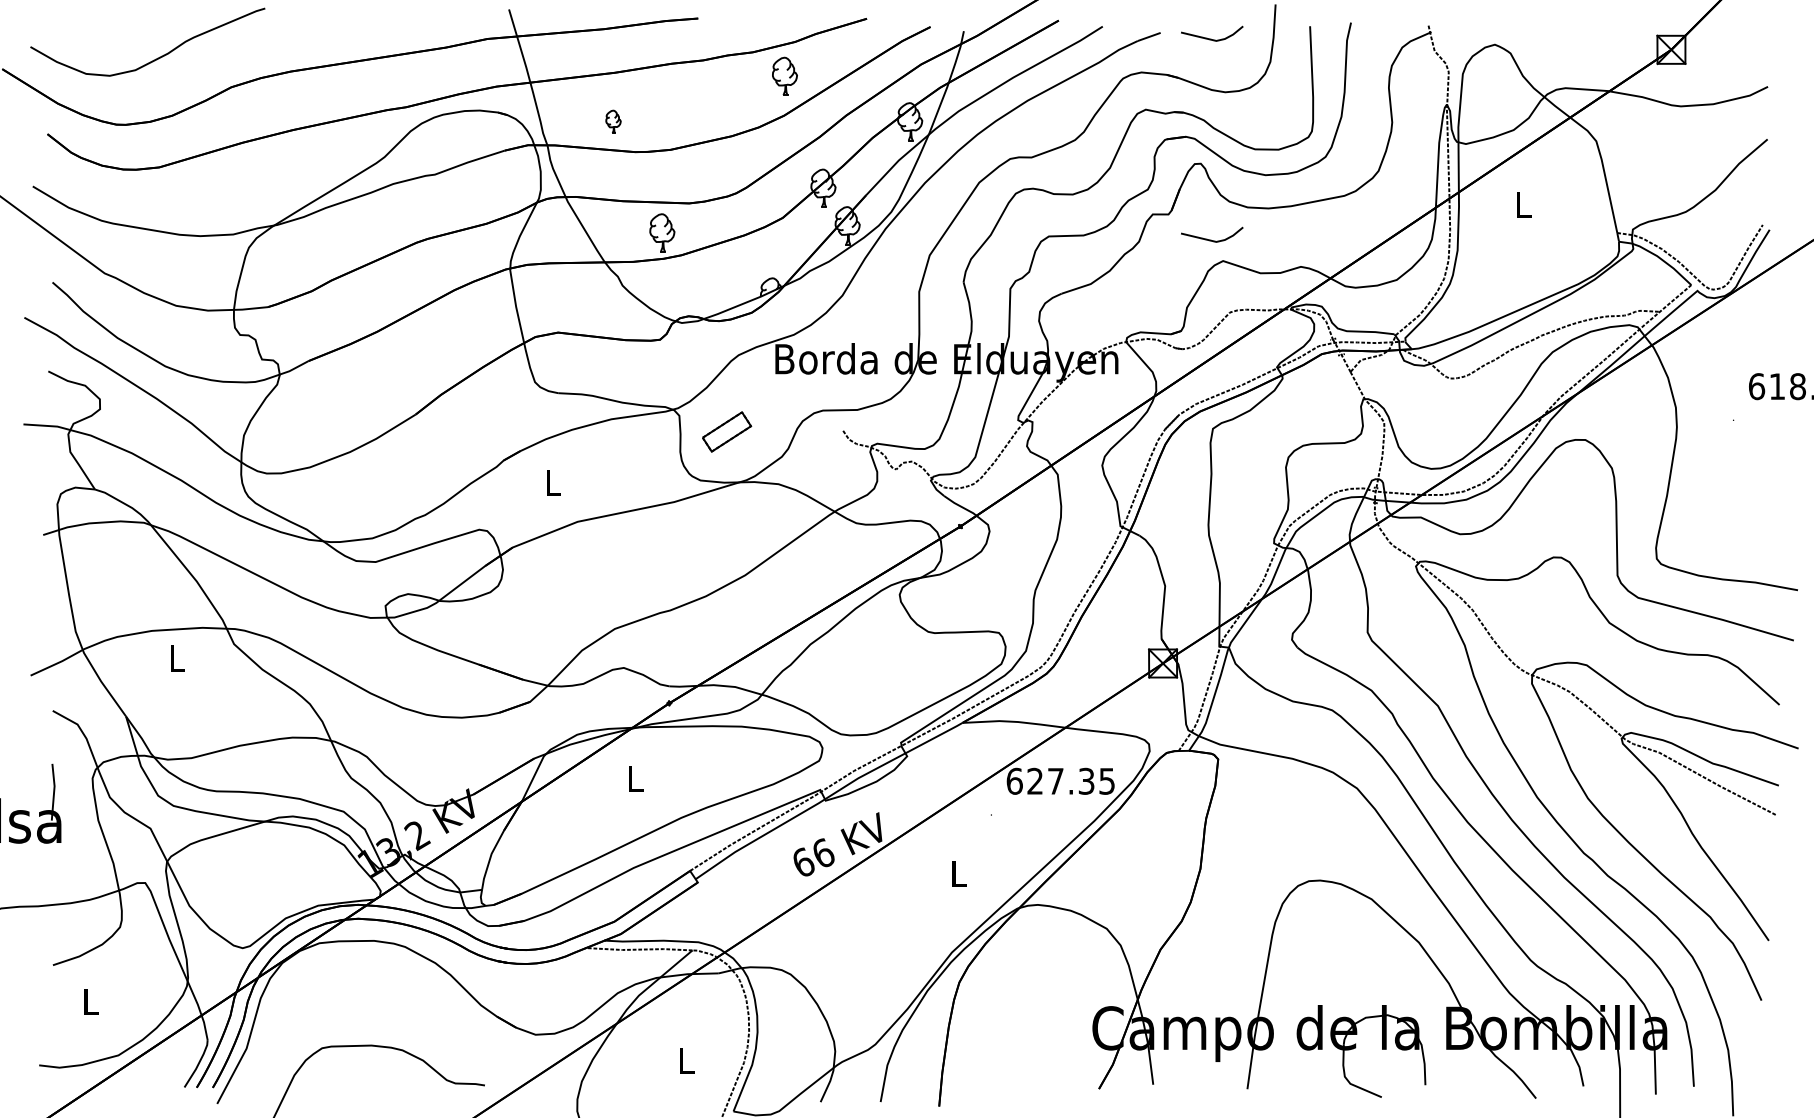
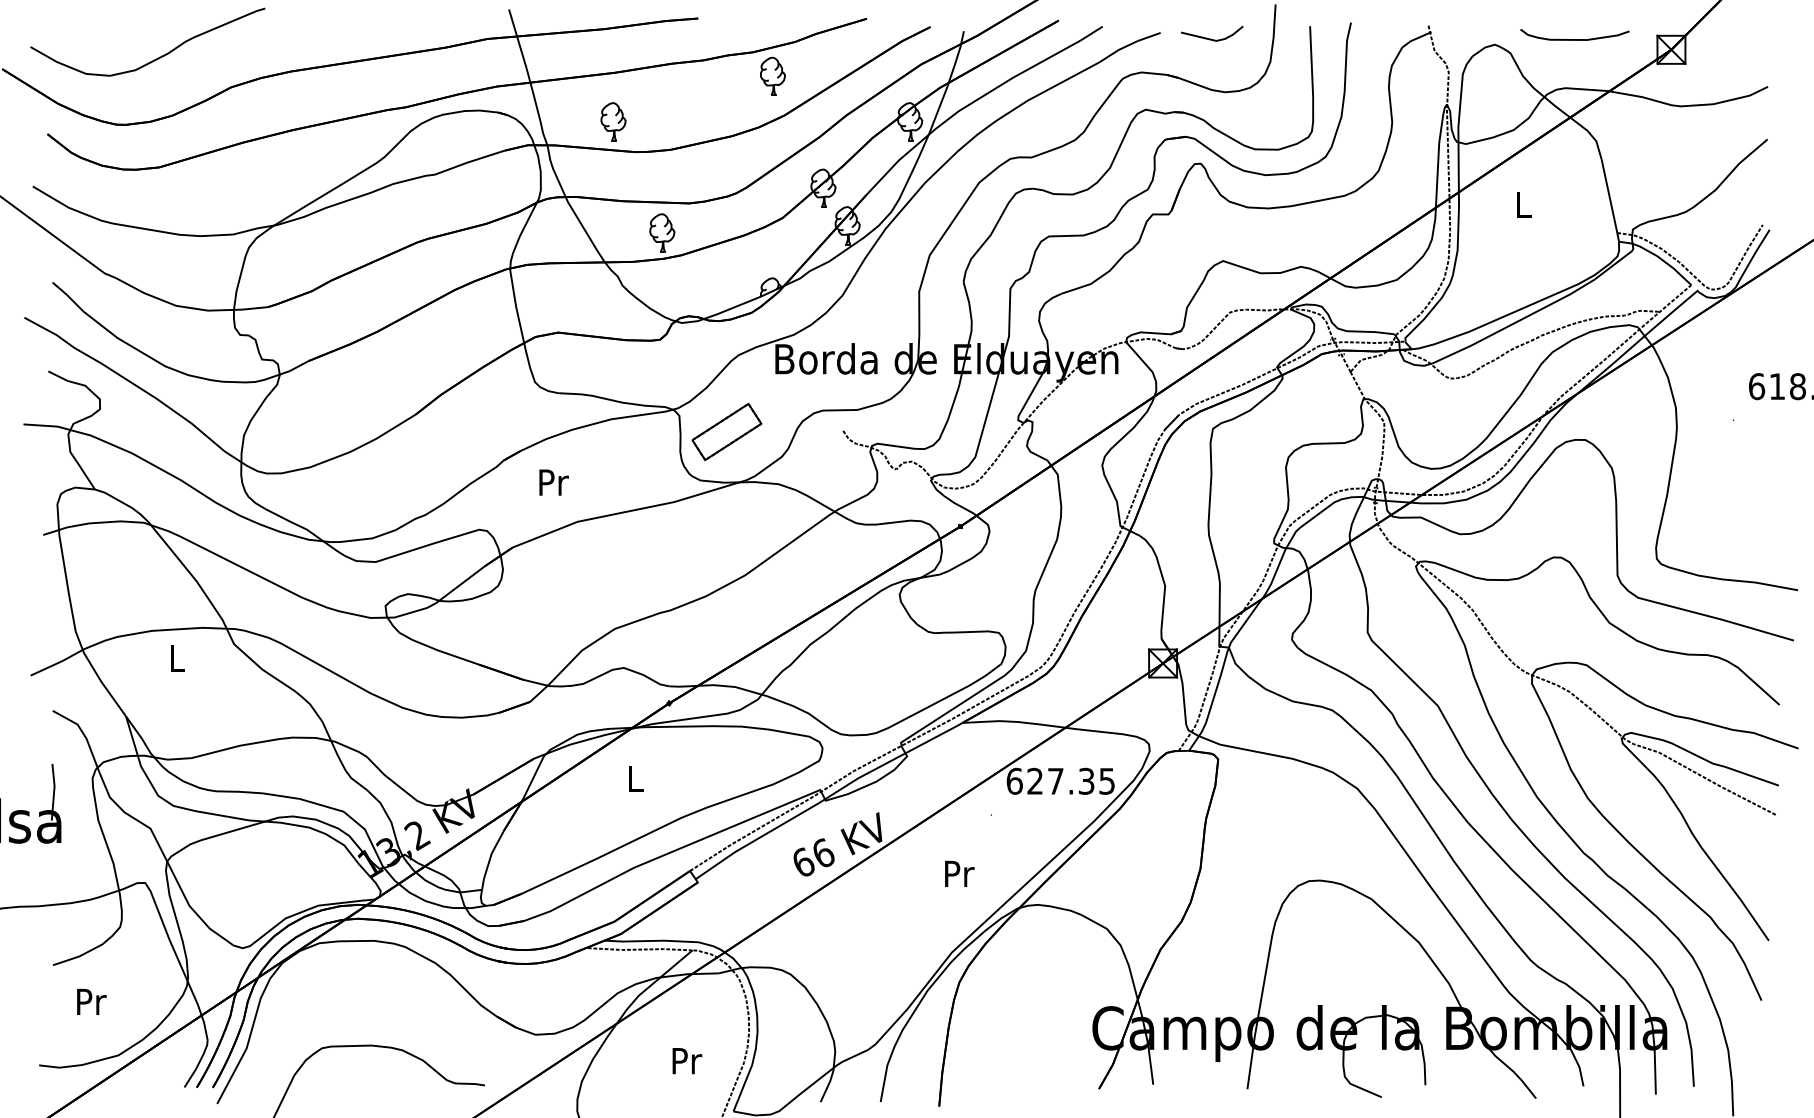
curve at (1574, 39): none -> present
part at (784, 75) position: (784, 75) -> (772, 75)
part at (613, 121) size: 17x25 px -> 27x40 px
line at (1211, 239): present -> none
part at (727, 431) size: 51x42 px -> 72x60 px
text at (553, 482): L -> Pr
text at (959, 873): L -> Pr
text at (91, 1001): L -> Pr
text at (687, 1061): L -> Pr
